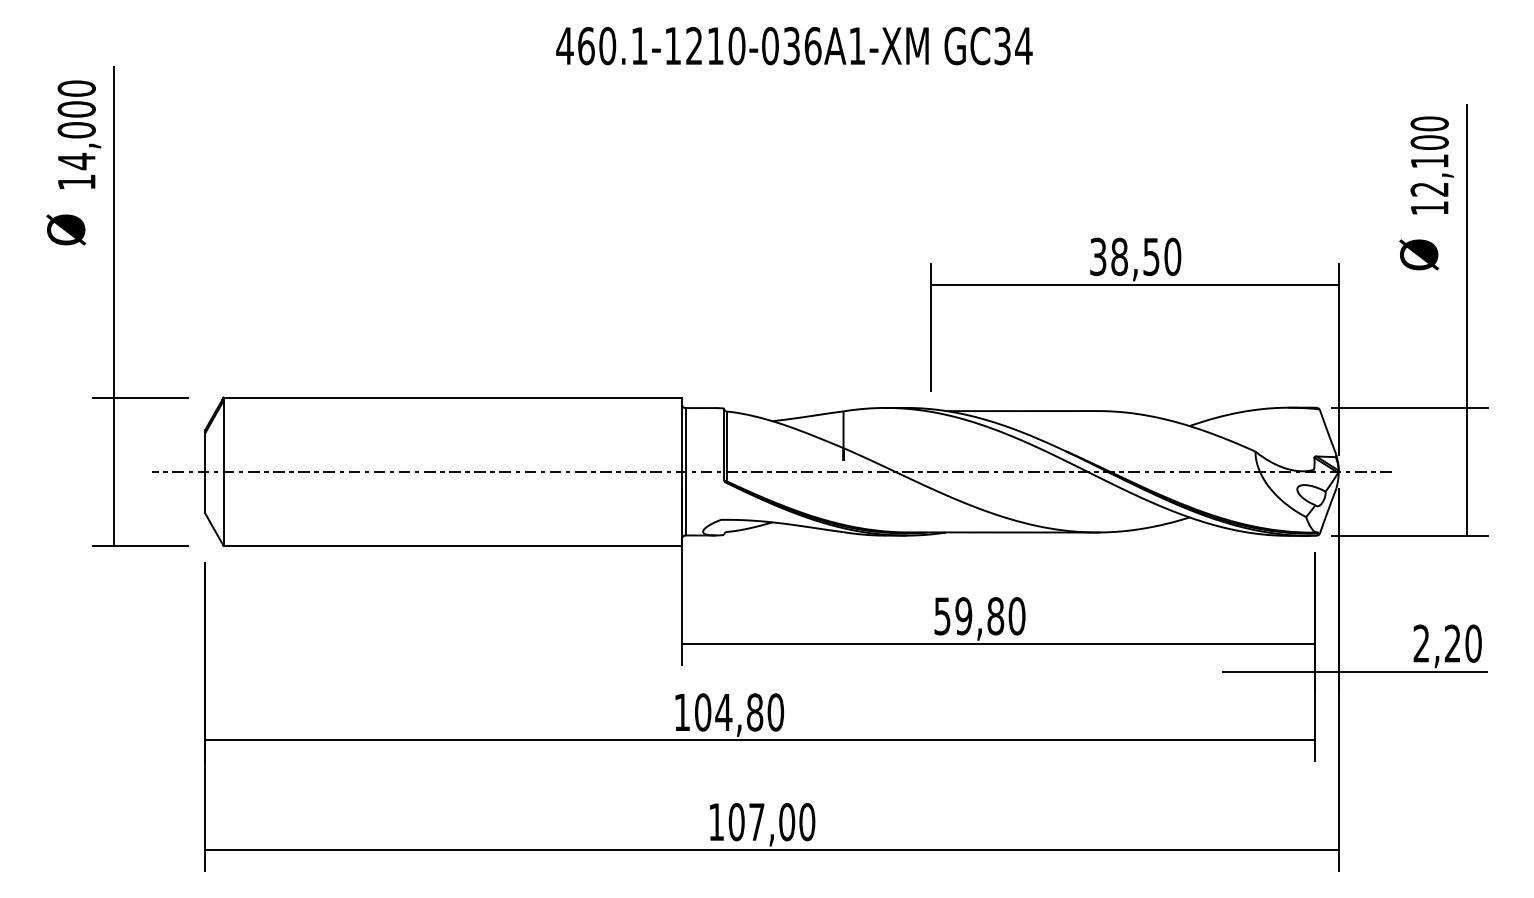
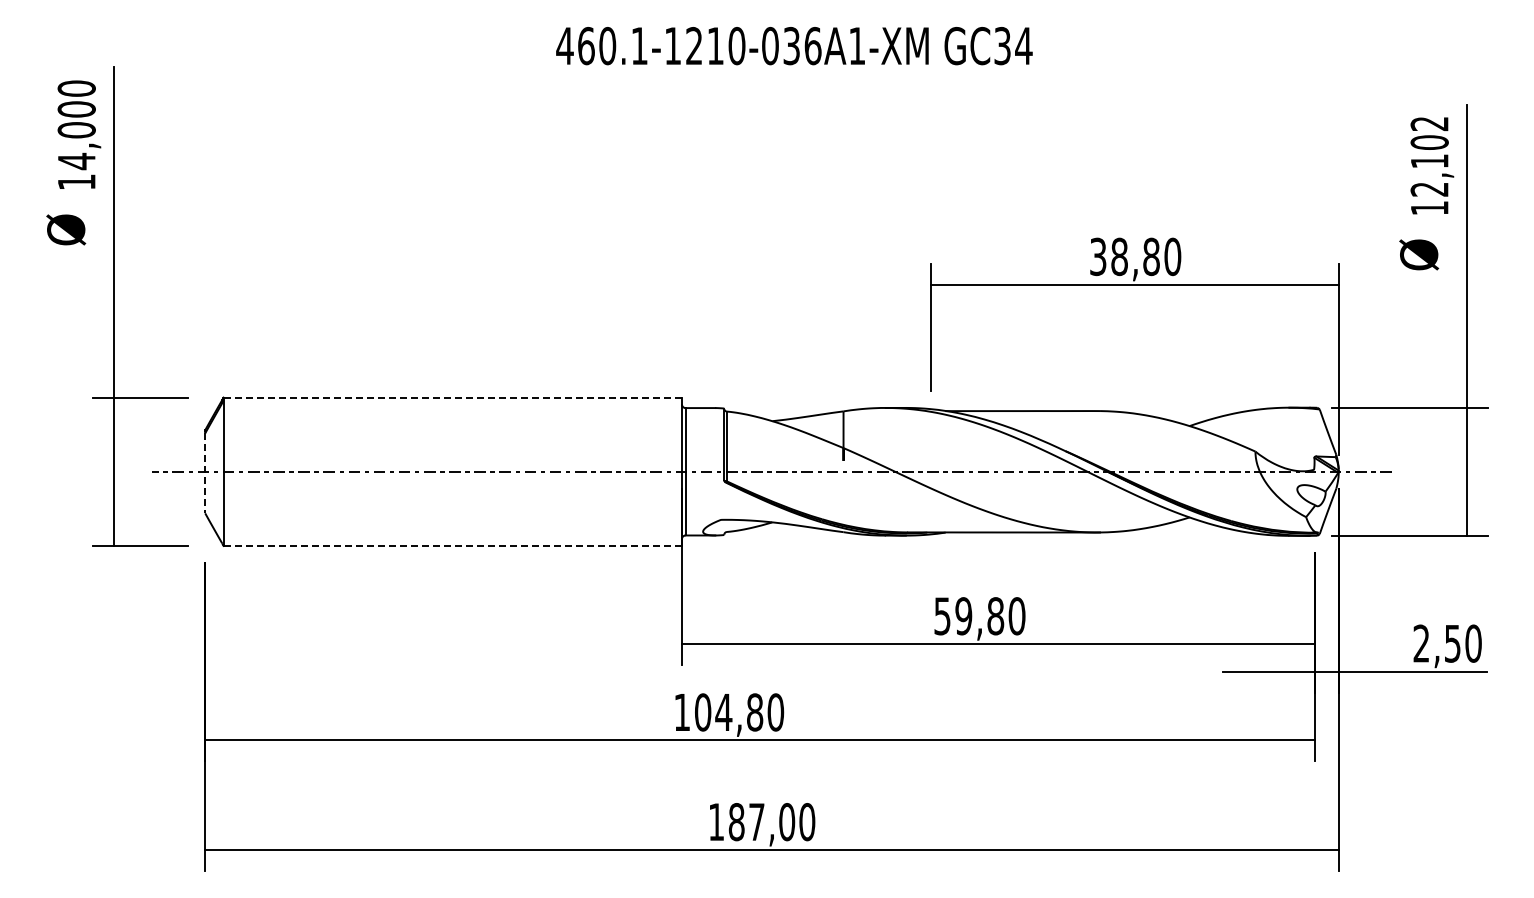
text at (1429, 123): 12,100 -> 12,102
text at (1151, 256): 38,50 -> 38,80
line at (452, 397): solid -> dashed
line at (205, 473): solid -> dashed
line at (453, 545): solid -> dashed
text at (1452, 643): 2,20 -> 2,50
text at (736, 822): 107,00 -> 187,00
